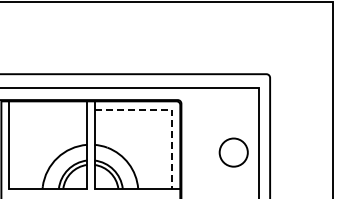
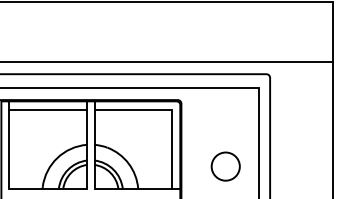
line at (167, 61): none -> present
line at (47, 109): none -> present
line at (172, 110): dashed -> solid
circle at (233, 152) position: (233, 152) -> (225, 166)
